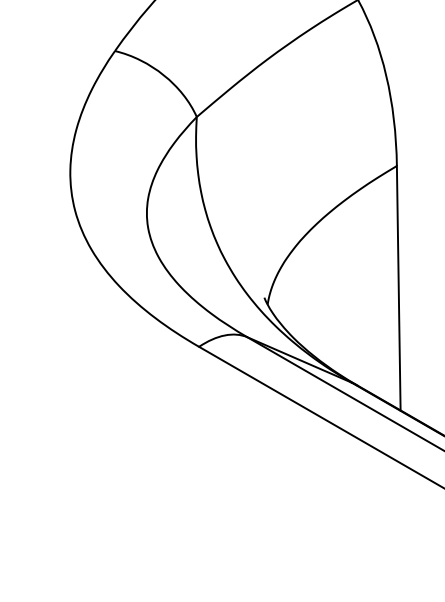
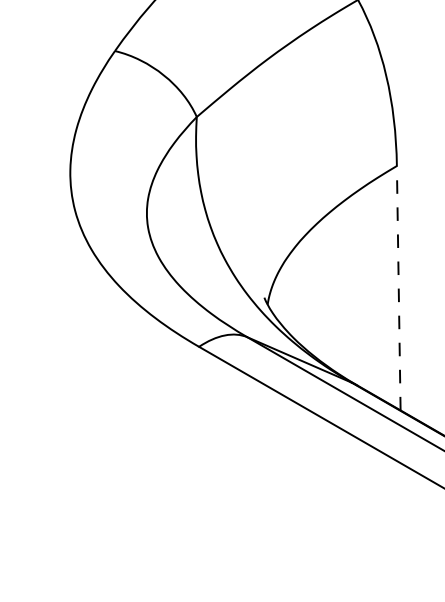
line at (398, 287): solid -> dashed
